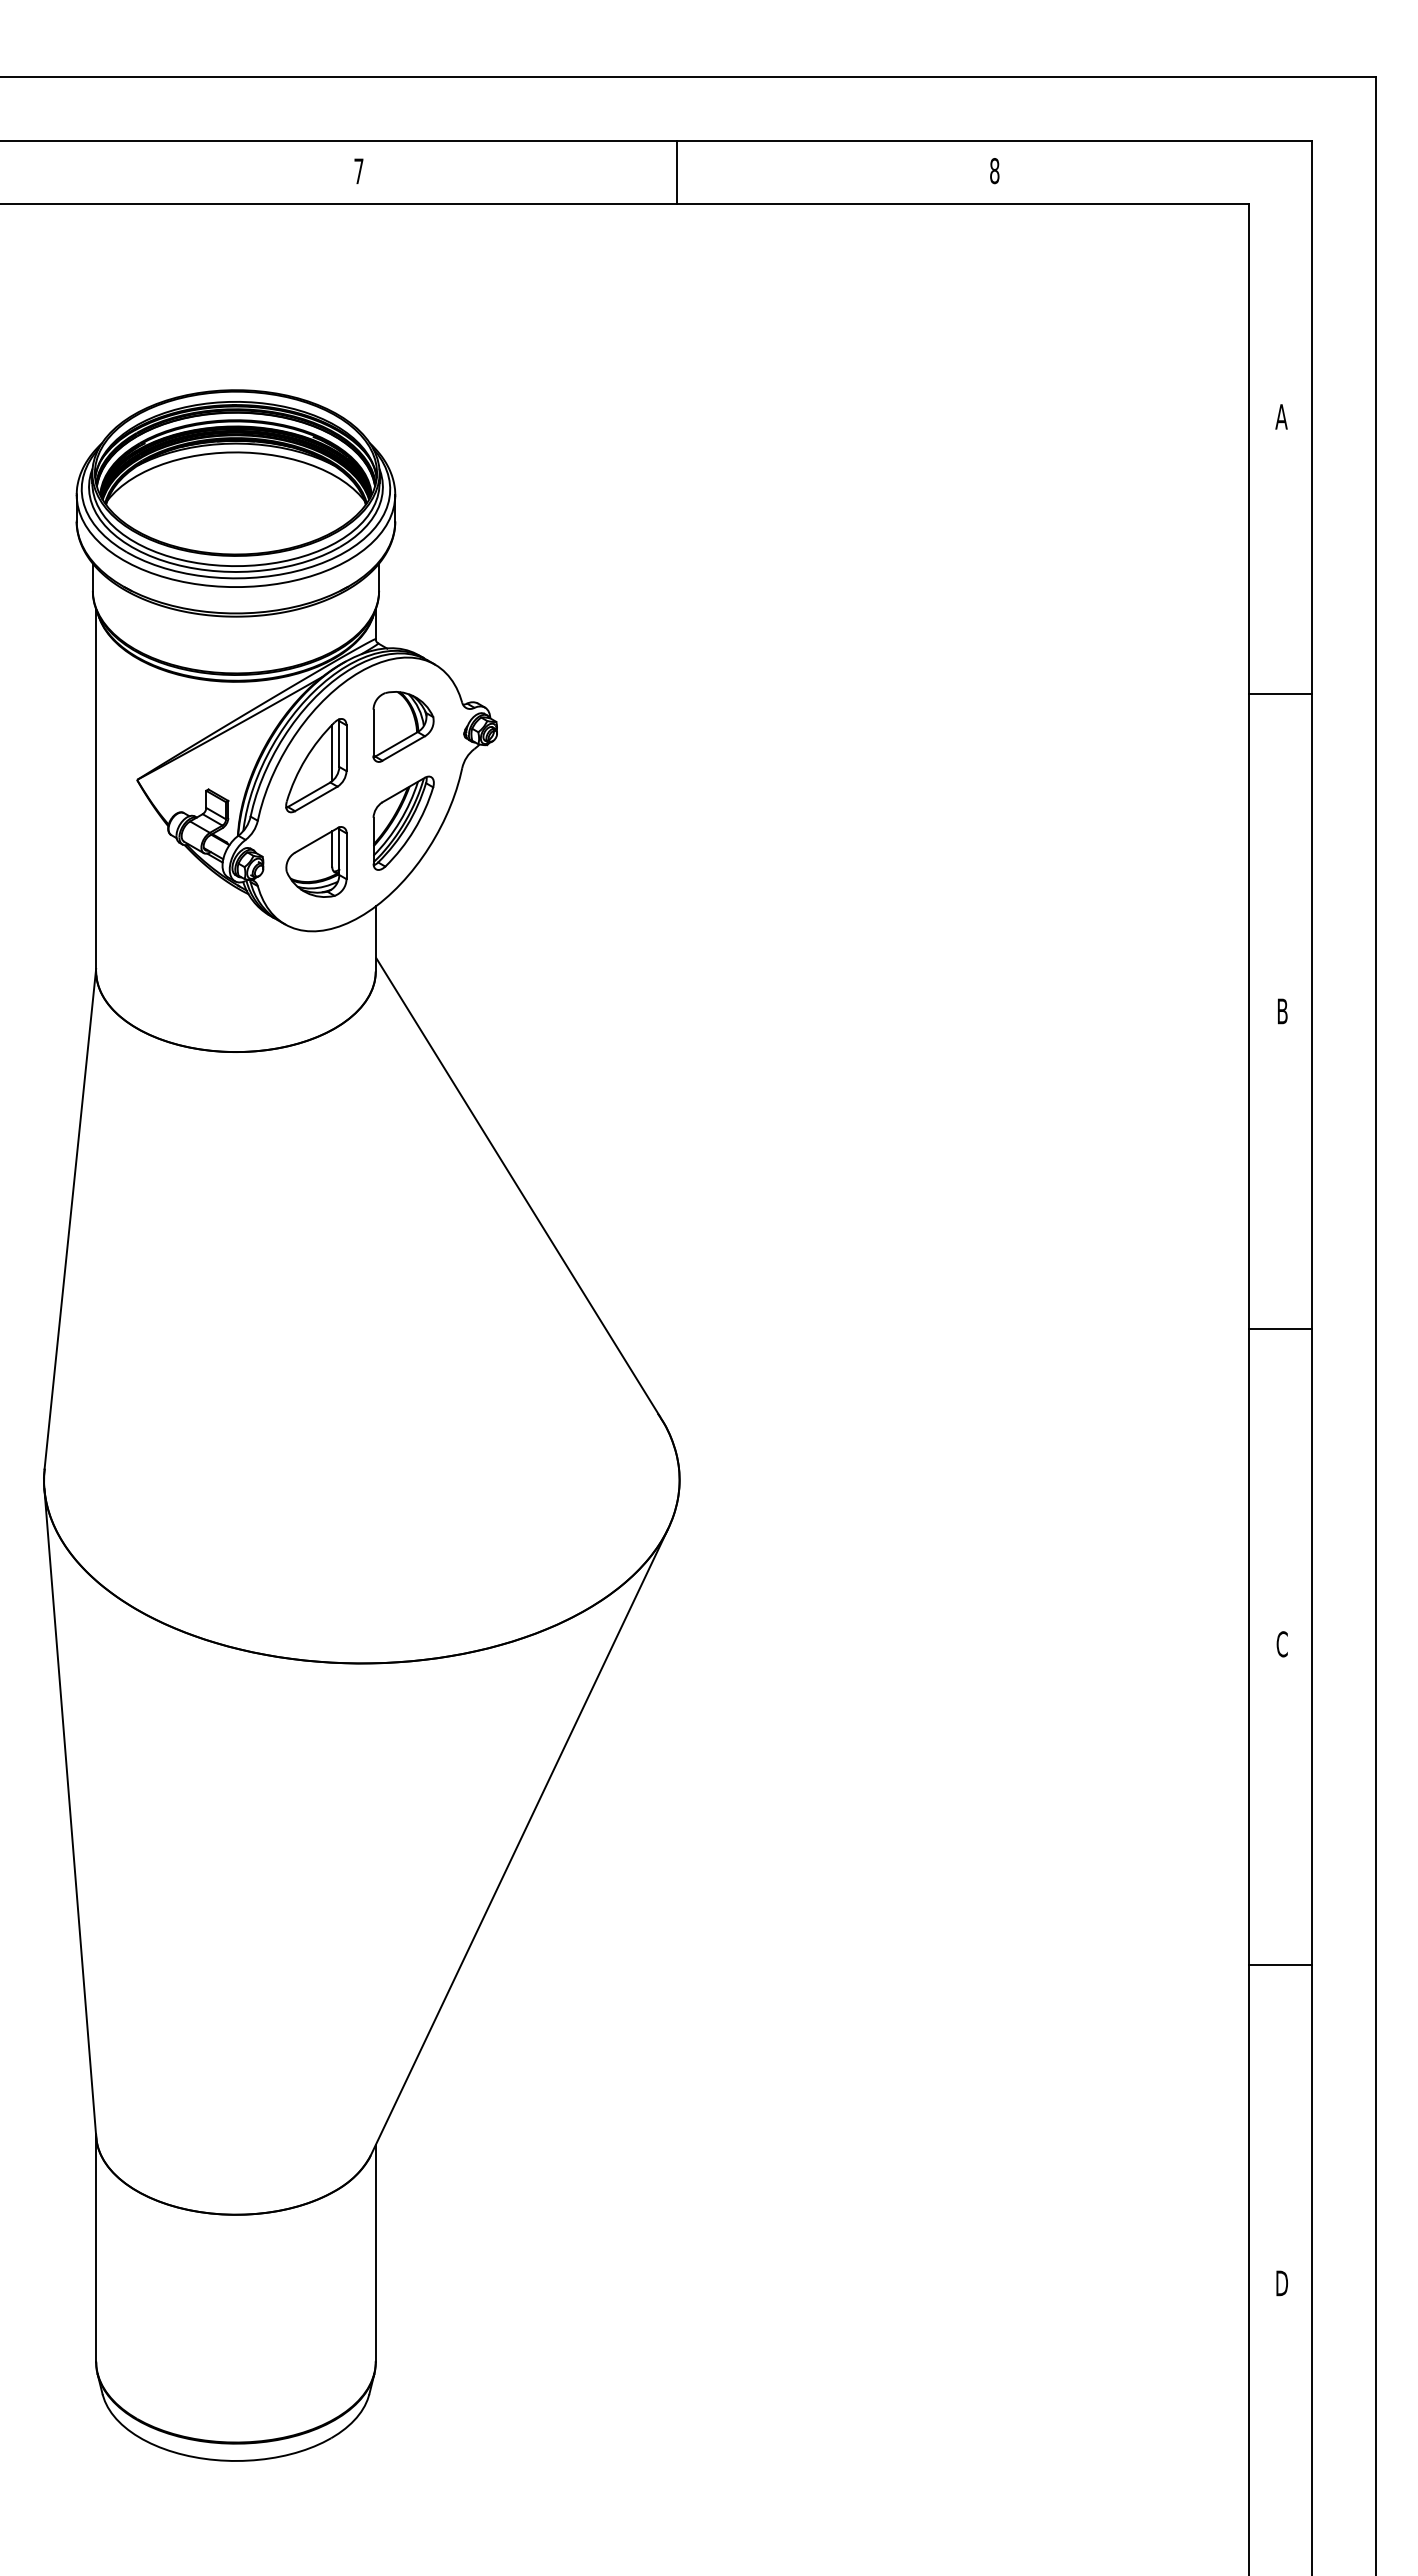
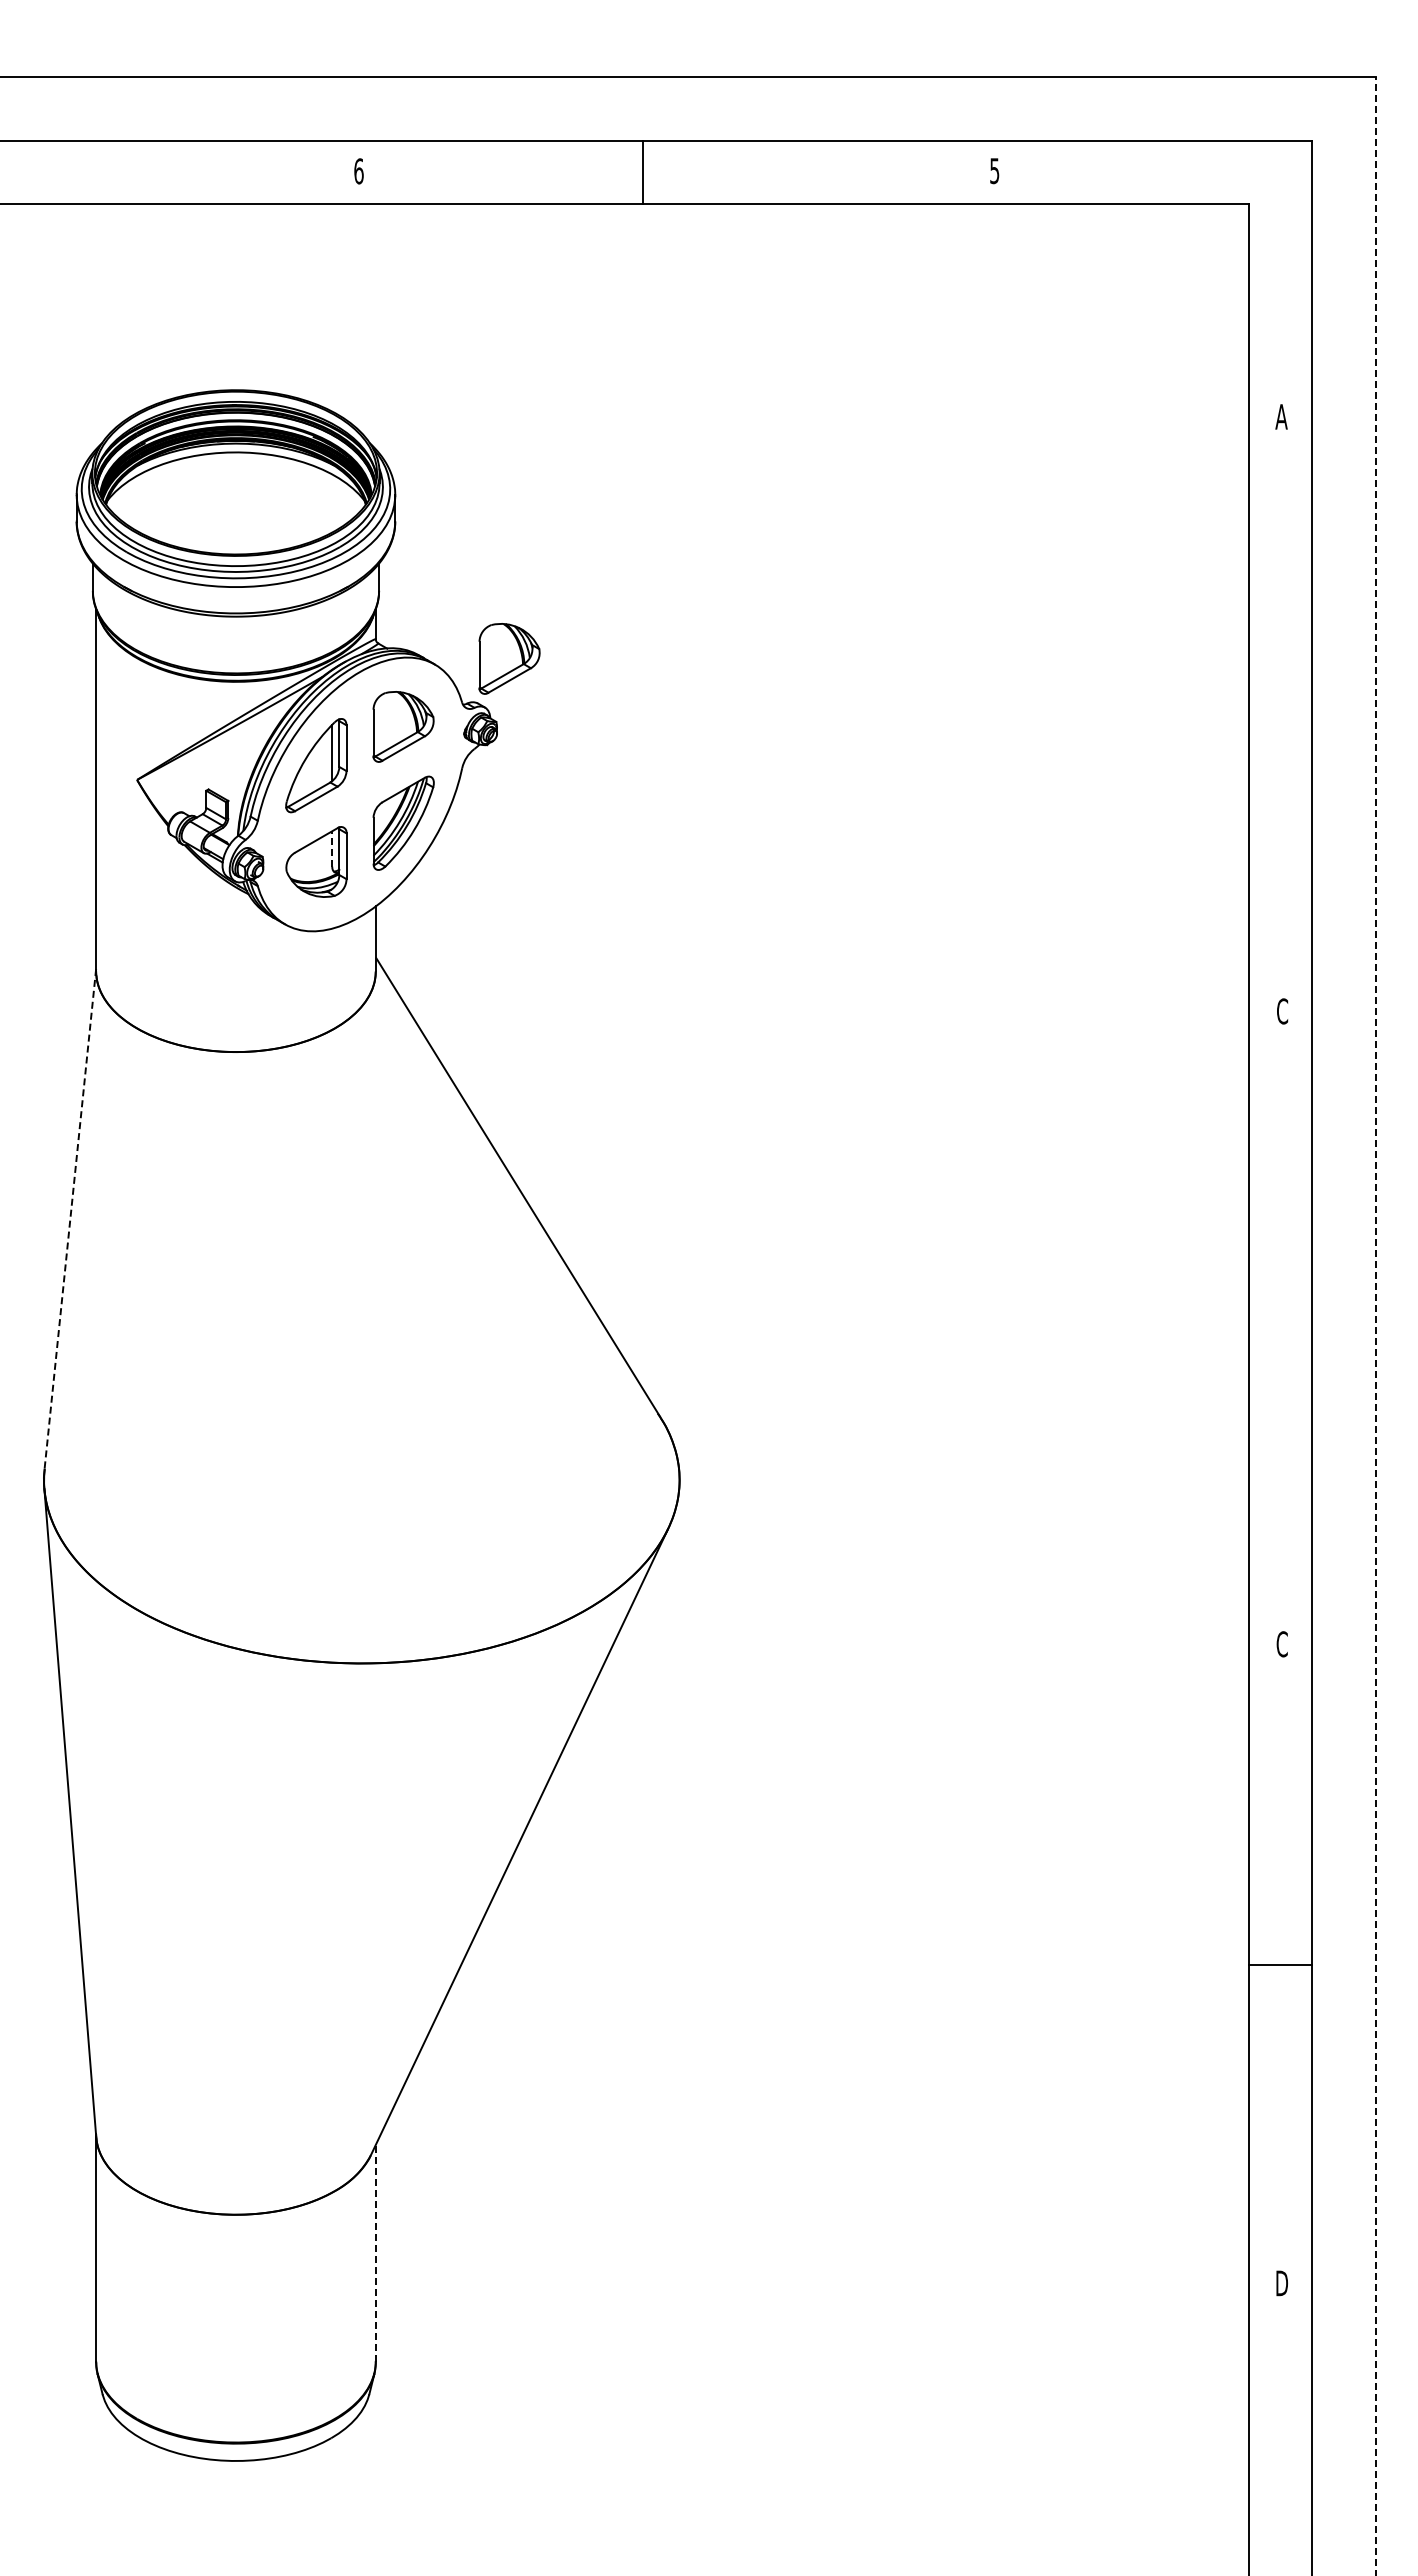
text at (358, 171): 7 -> 6
text at (994, 171): 8 -> 5
line at (676, 172) position: (676, 172) -> (642, 172)
part at (509, 658): none -> present
line at (1280, 693): present -> none
line at (332, 848): solid -> dashed
text at (1282, 1011): B -> C
line at (70, 1219): solid -> dashed
line at (1375, 1326): solid -> dashed
line at (1280, 1329): present -> none
line at (375, 2252): solid -> dashed
